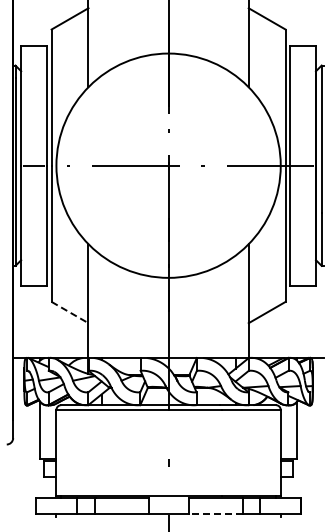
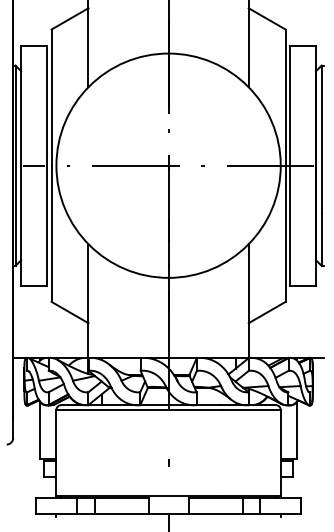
line at (70, 312): dashed -> solid
line at (215, 514): dashed -> solid
